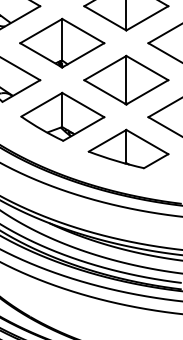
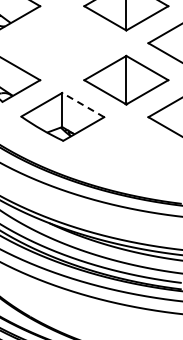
part at (62, 42): present -> none
line at (82, 104): solid -> dashed
part at (128, 148): present -> none
